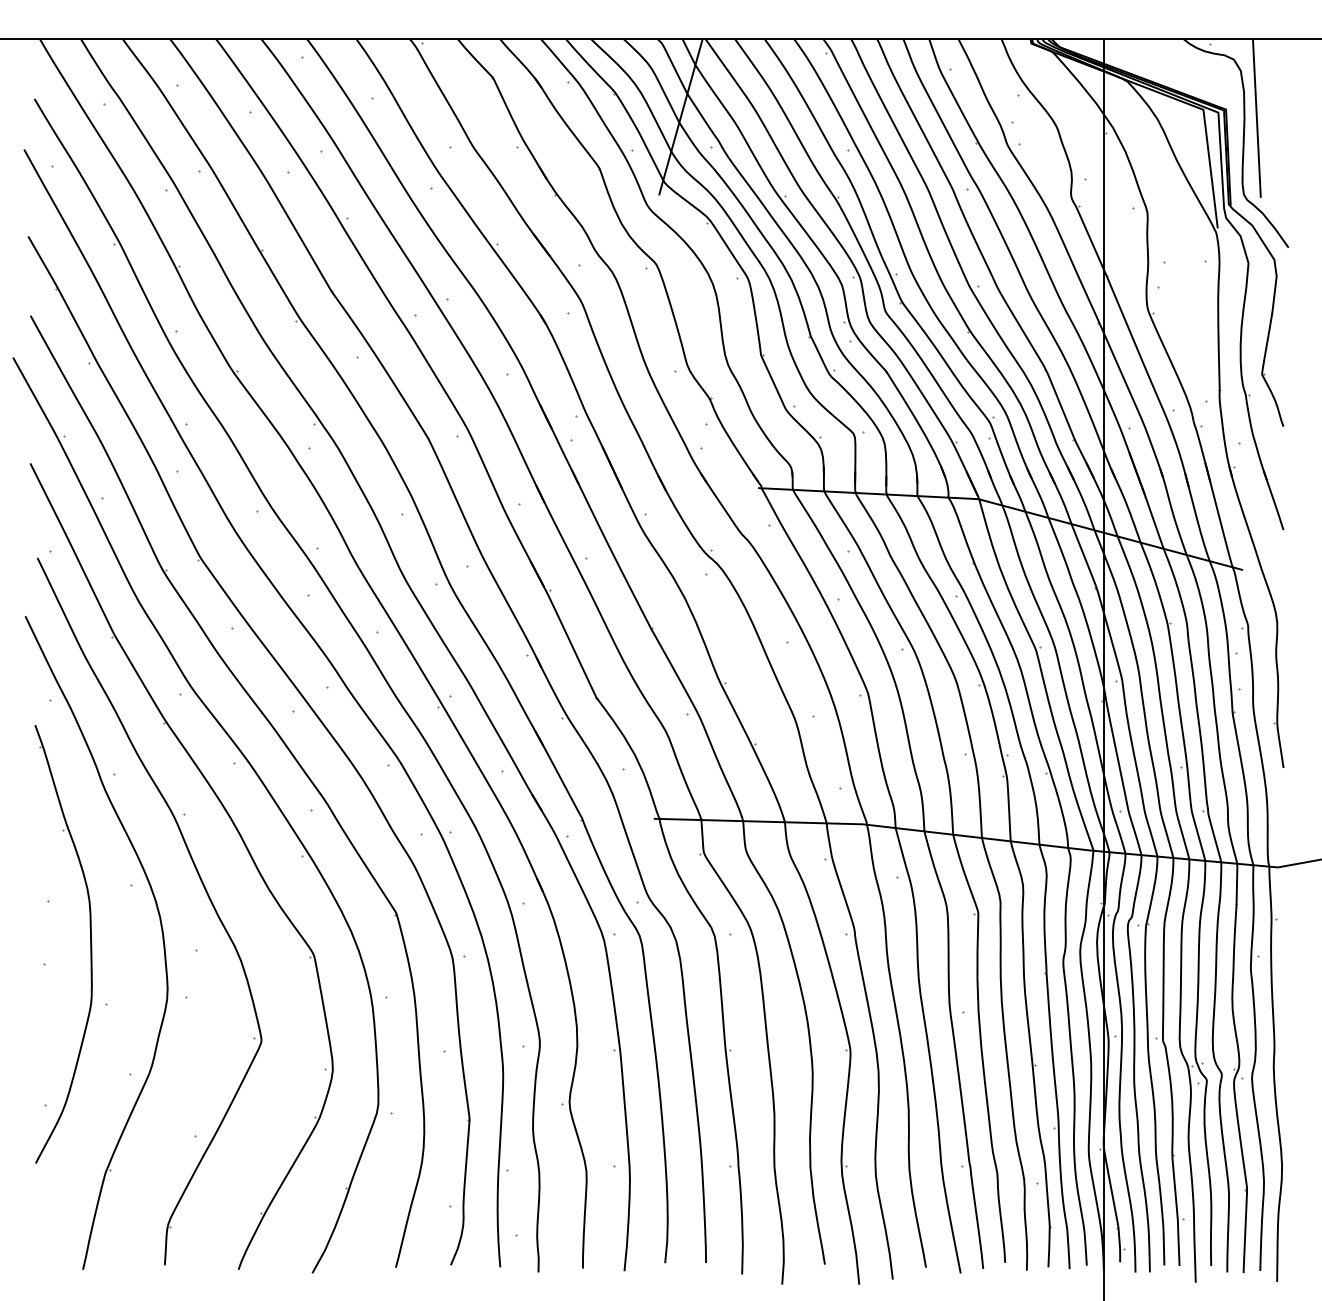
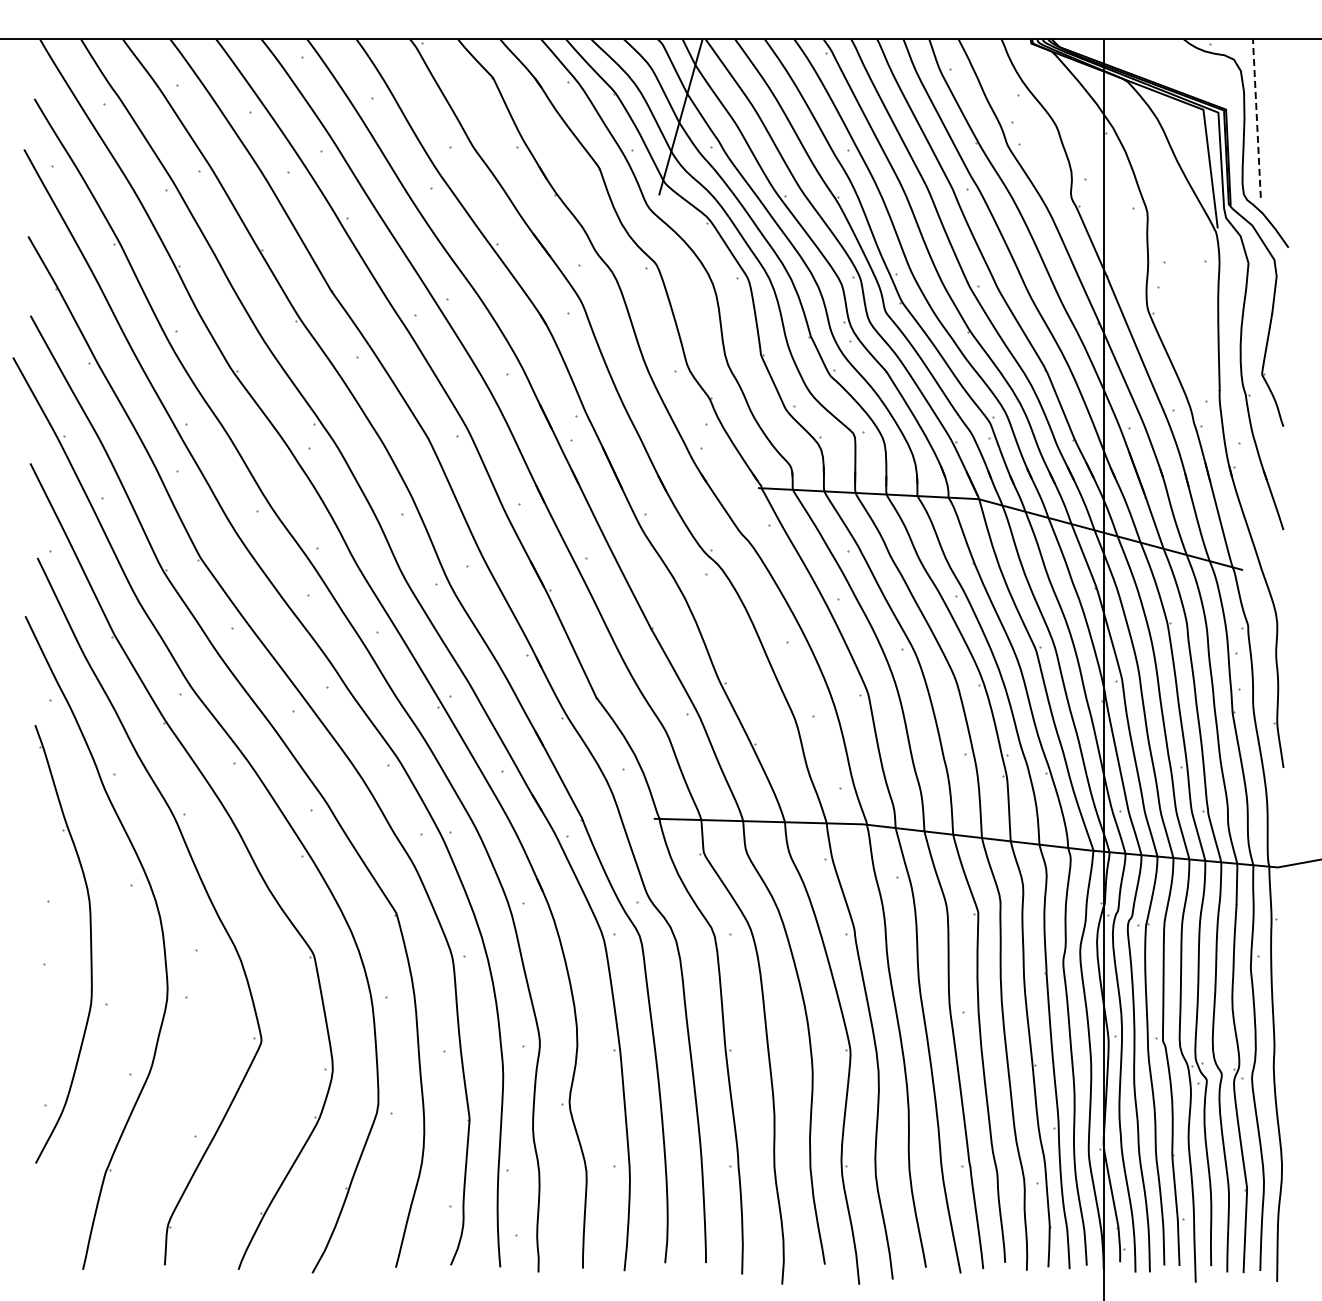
line at (1256, 118): solid -> dashed
